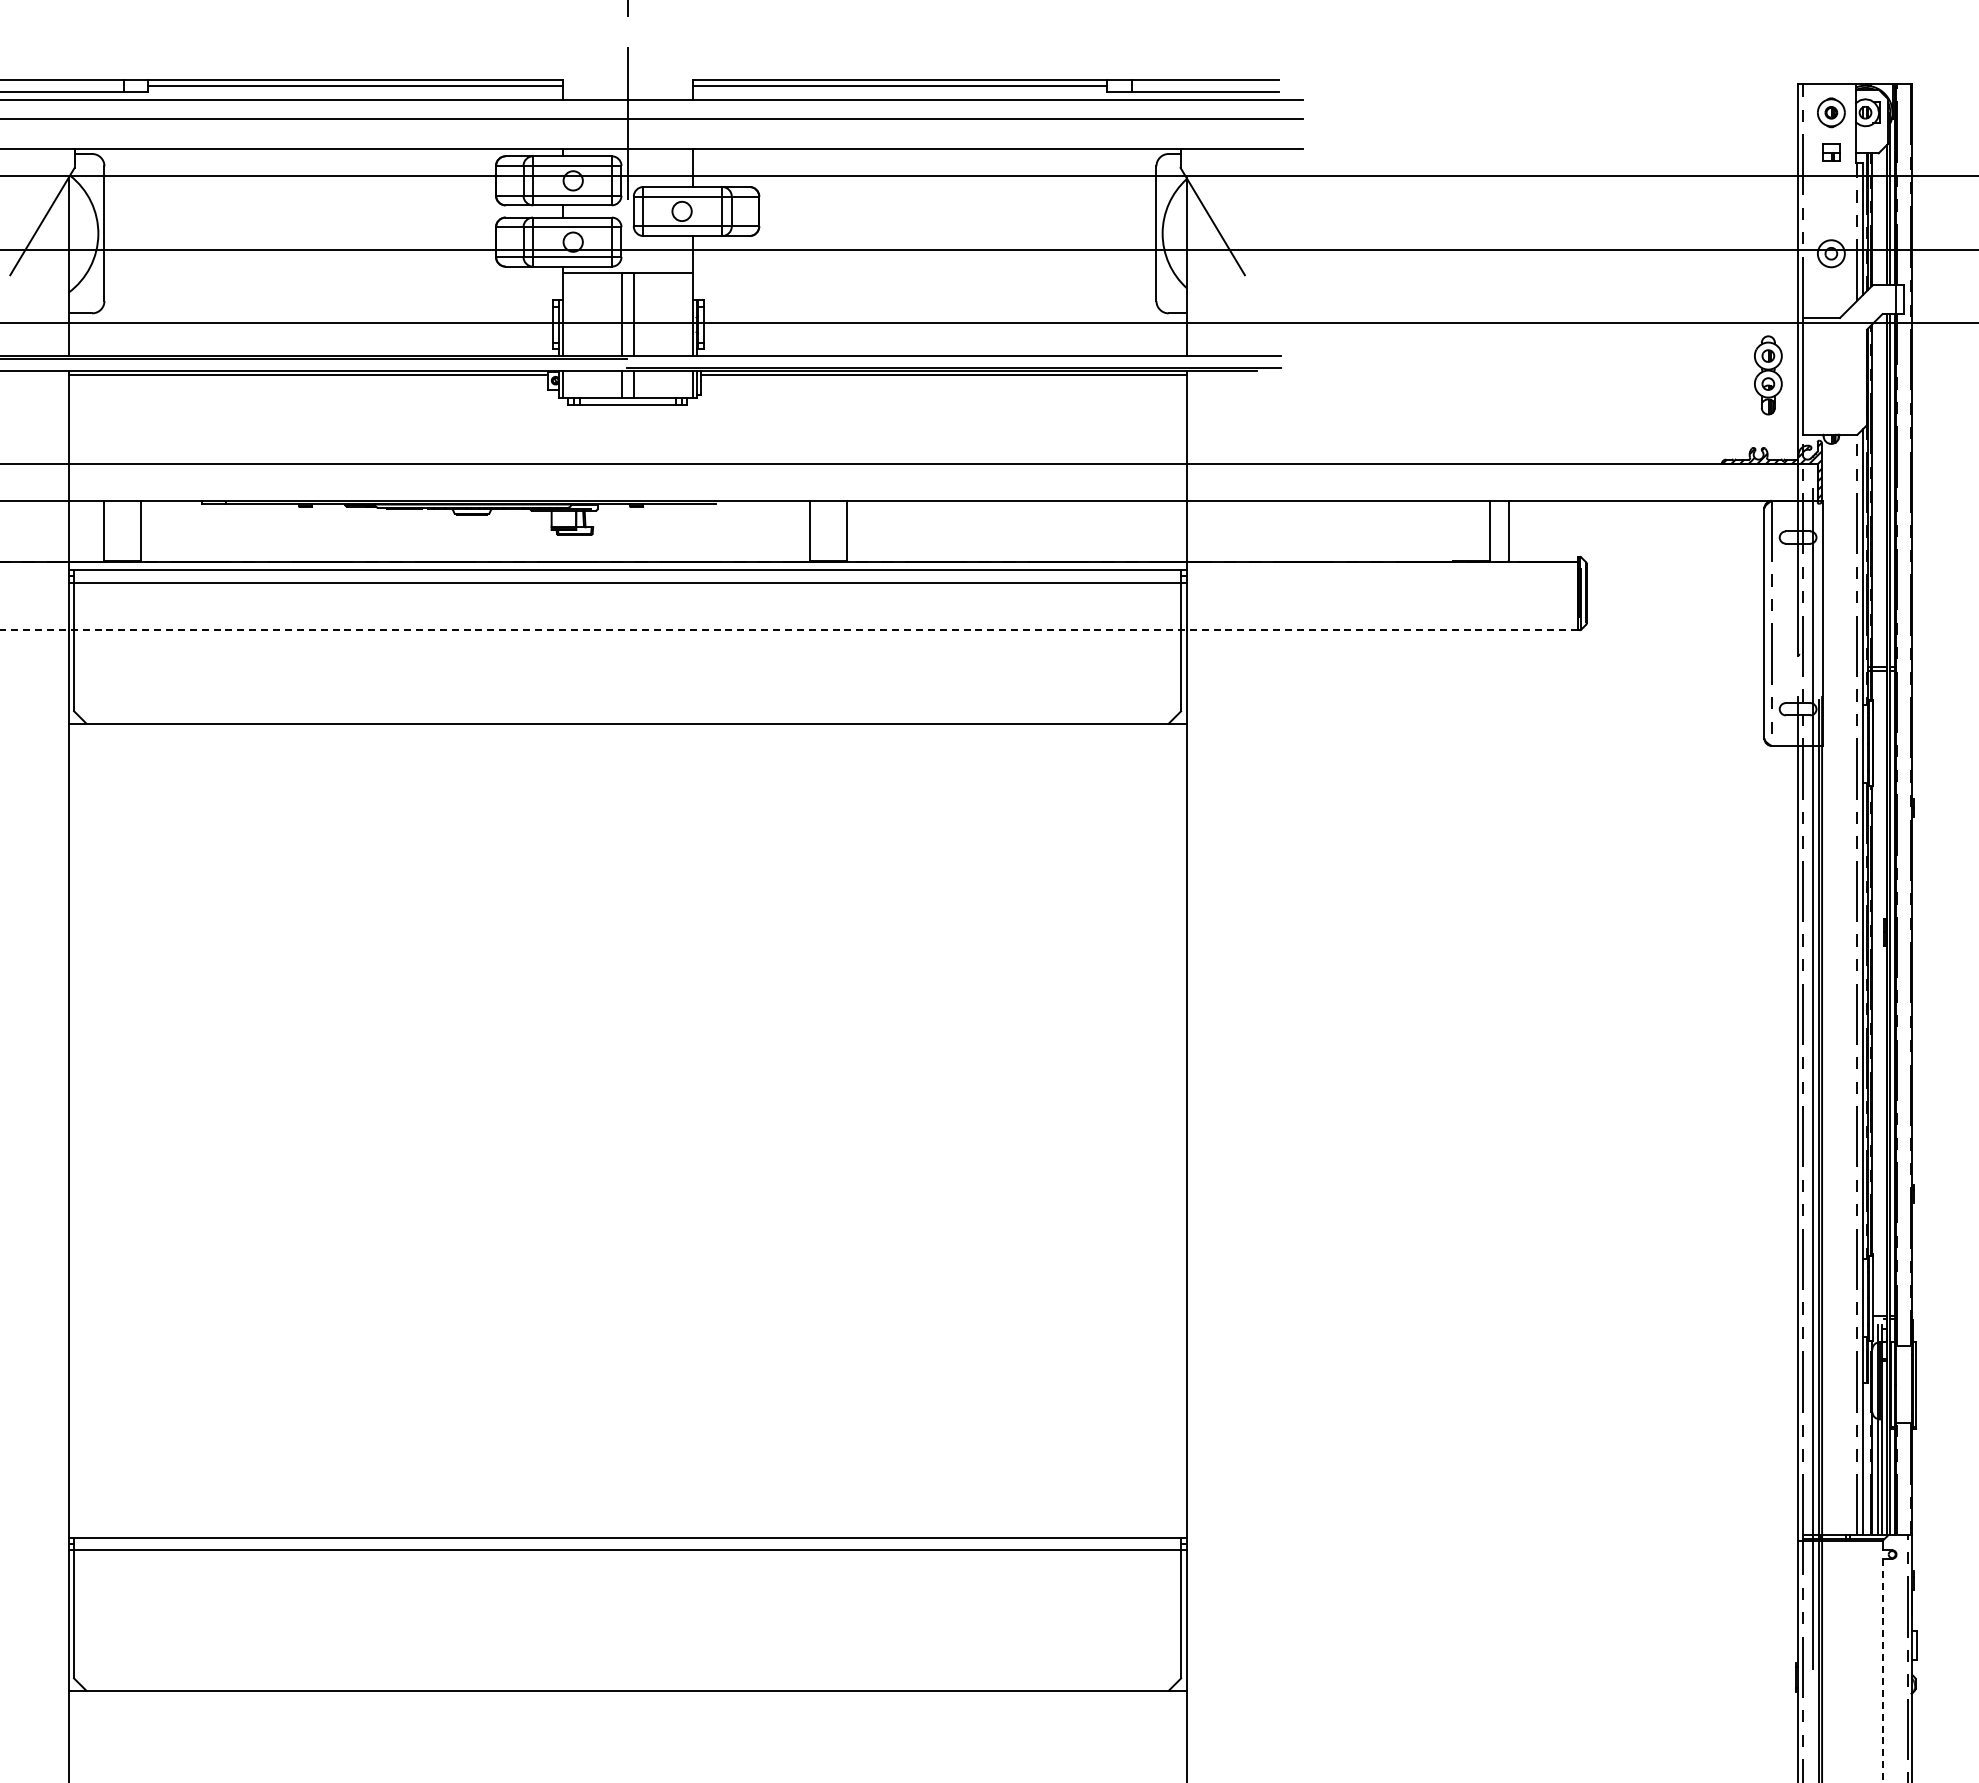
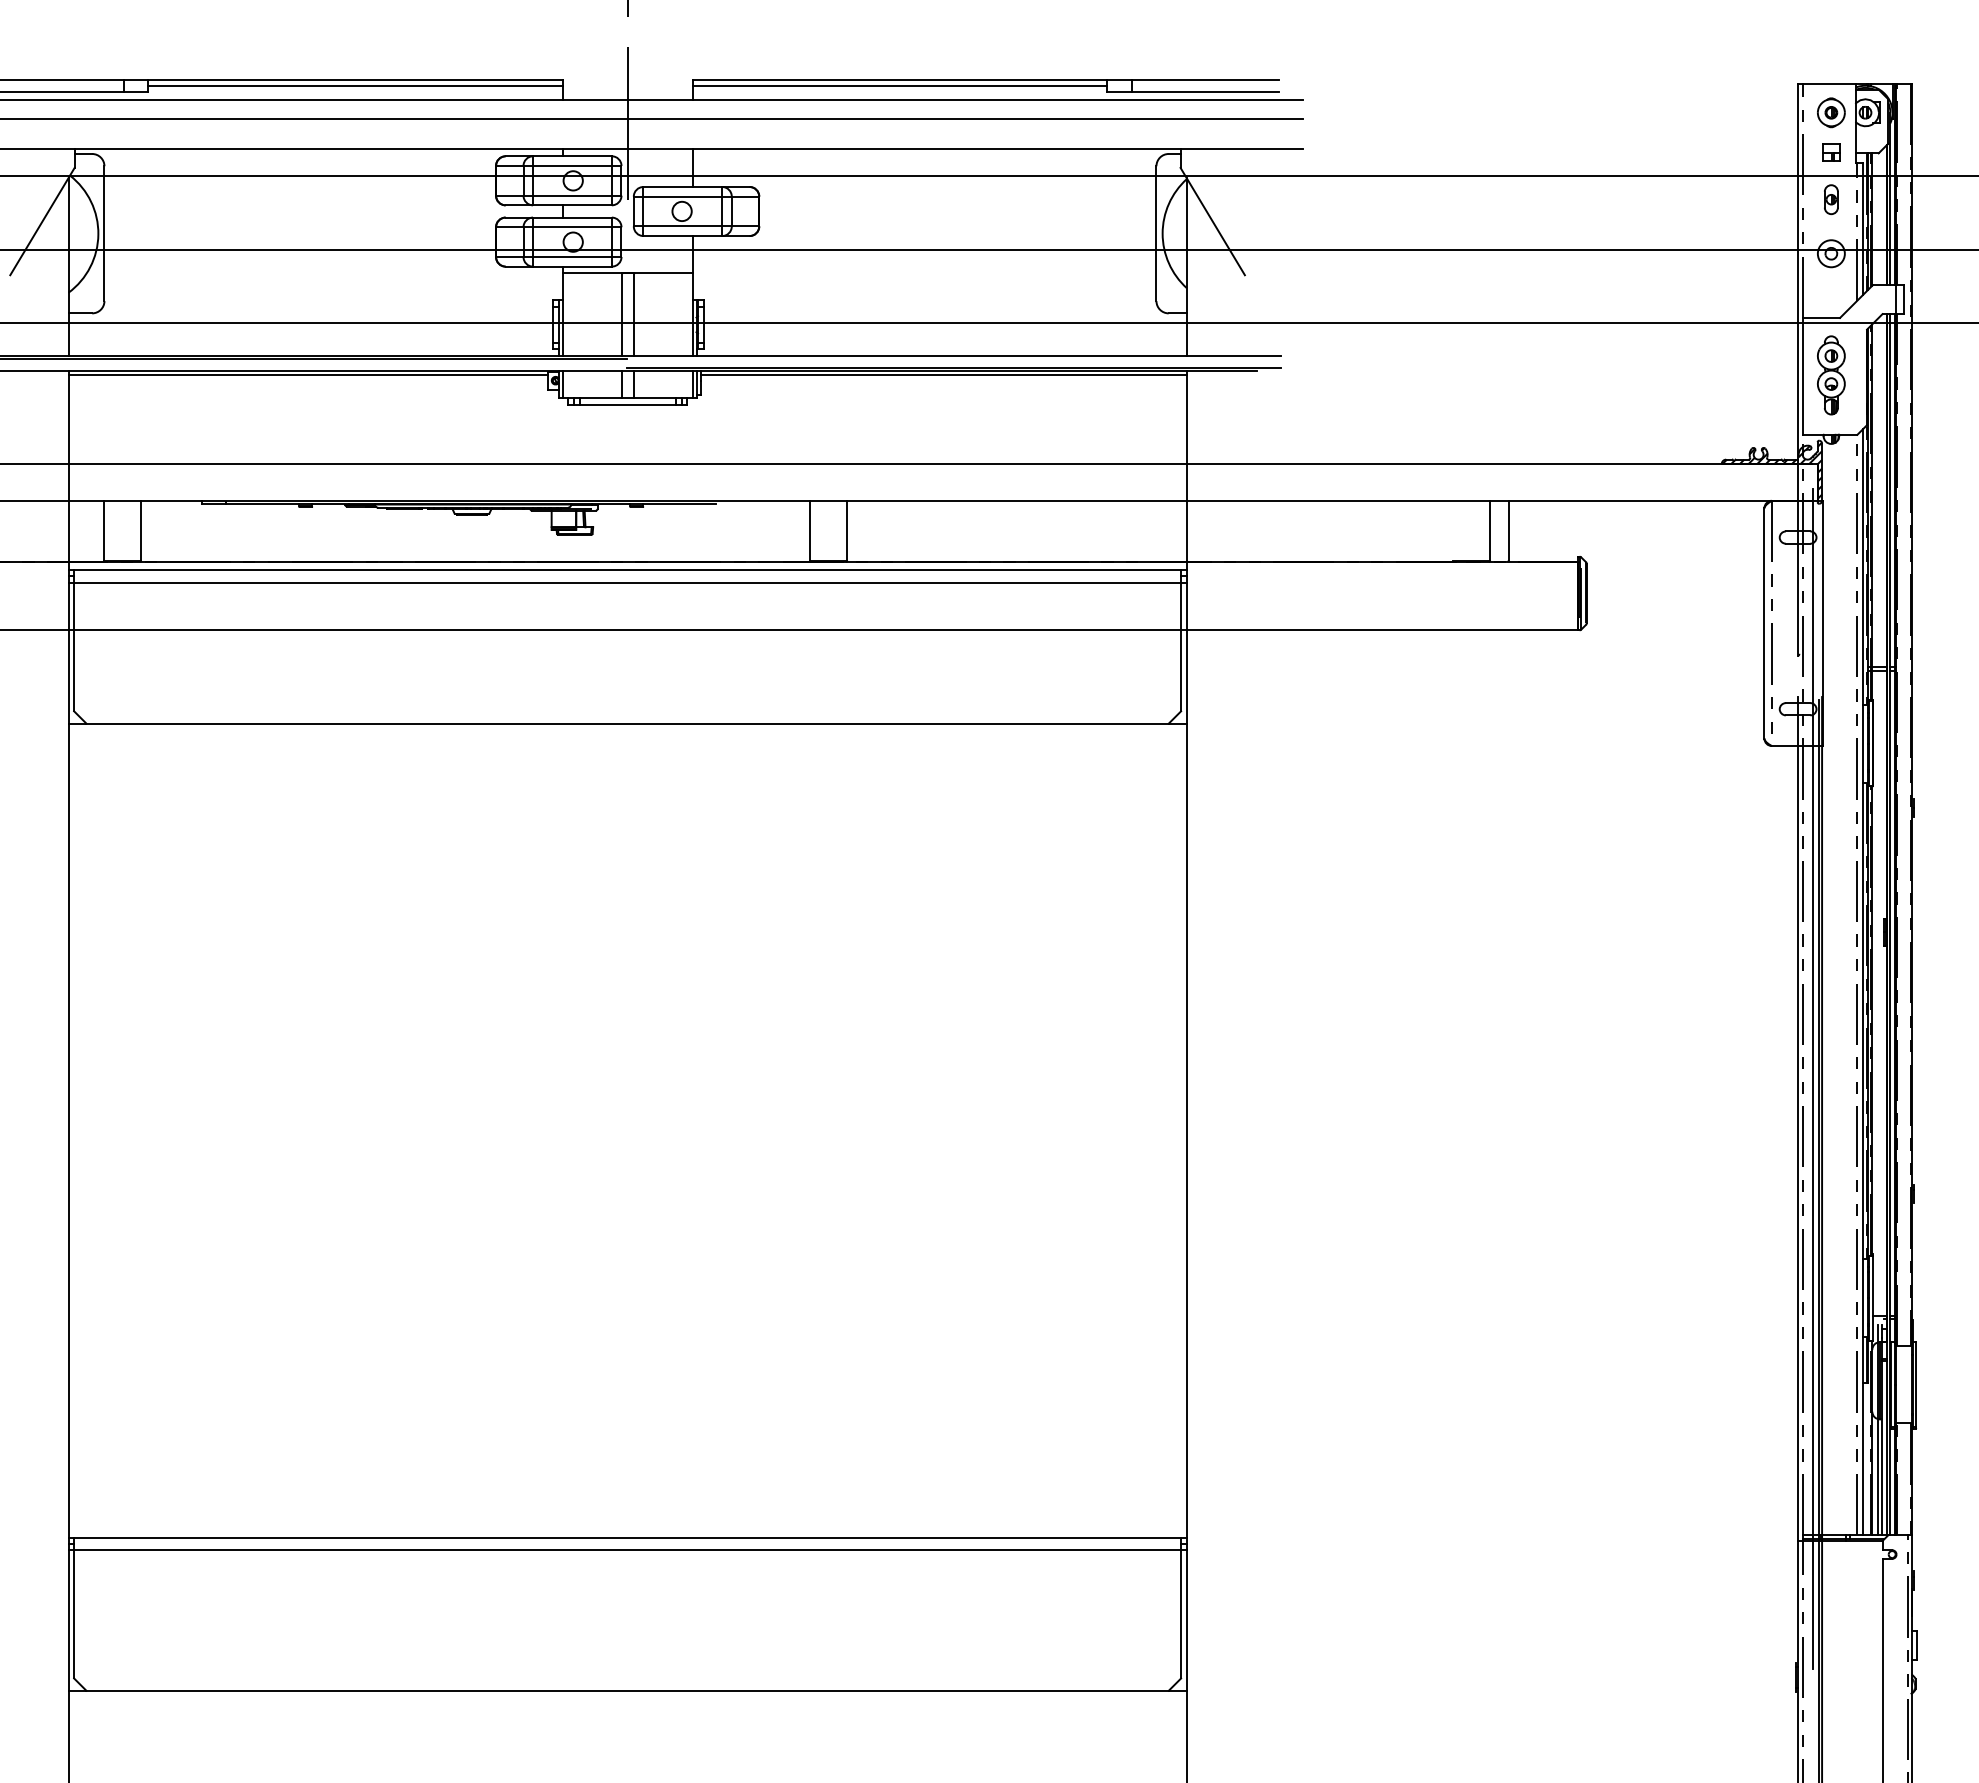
part at (1831, 199): none -> present
part at (1768, 375) position: (1768, 375) -> (1831, 375)
line at (789, 630): dashed -> solid
line at (1882, 1670): dashed -> solid
